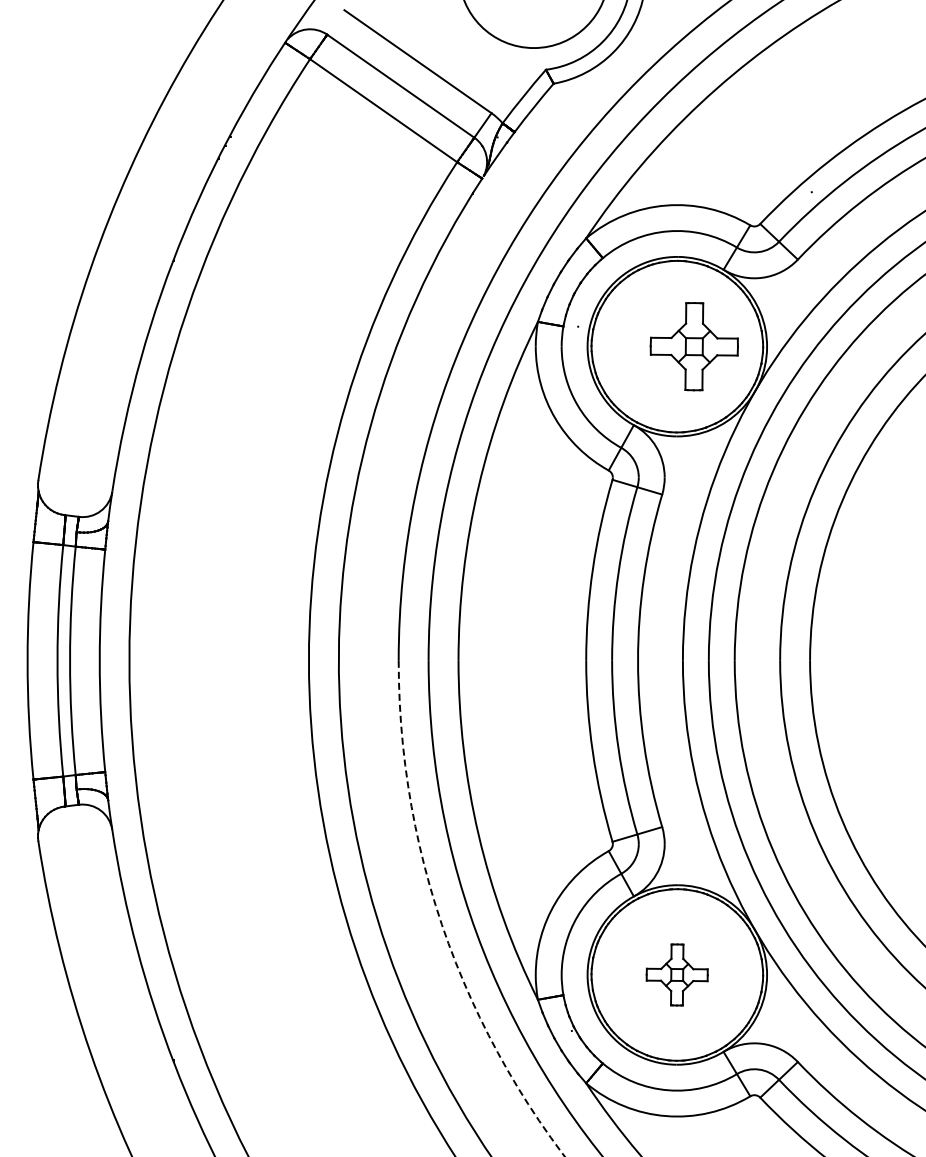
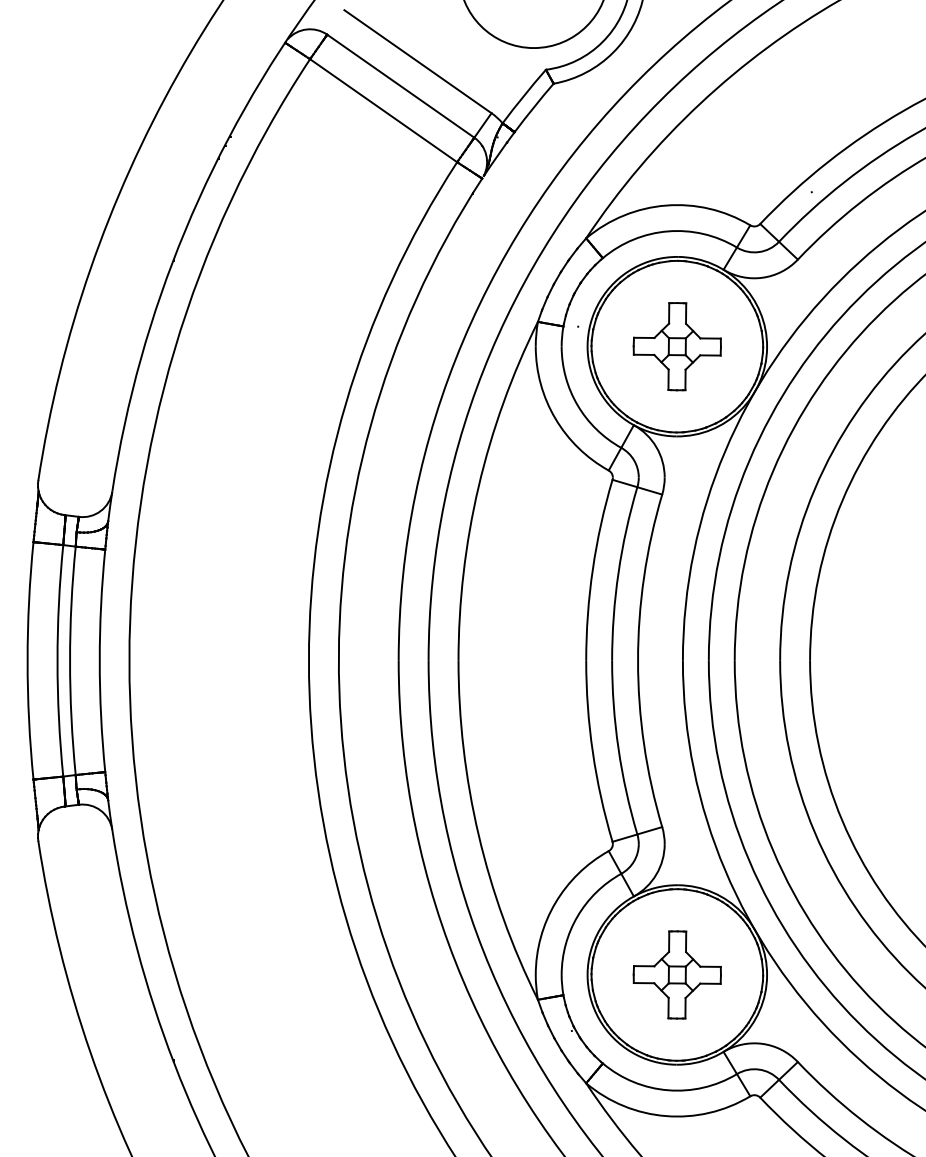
part at (693, 346) position: (693, 346) -> (676, 346)
arc at (441, 921): dashed -> solid
part at (676, 974) size: 64x64 px -> 90x90 px
